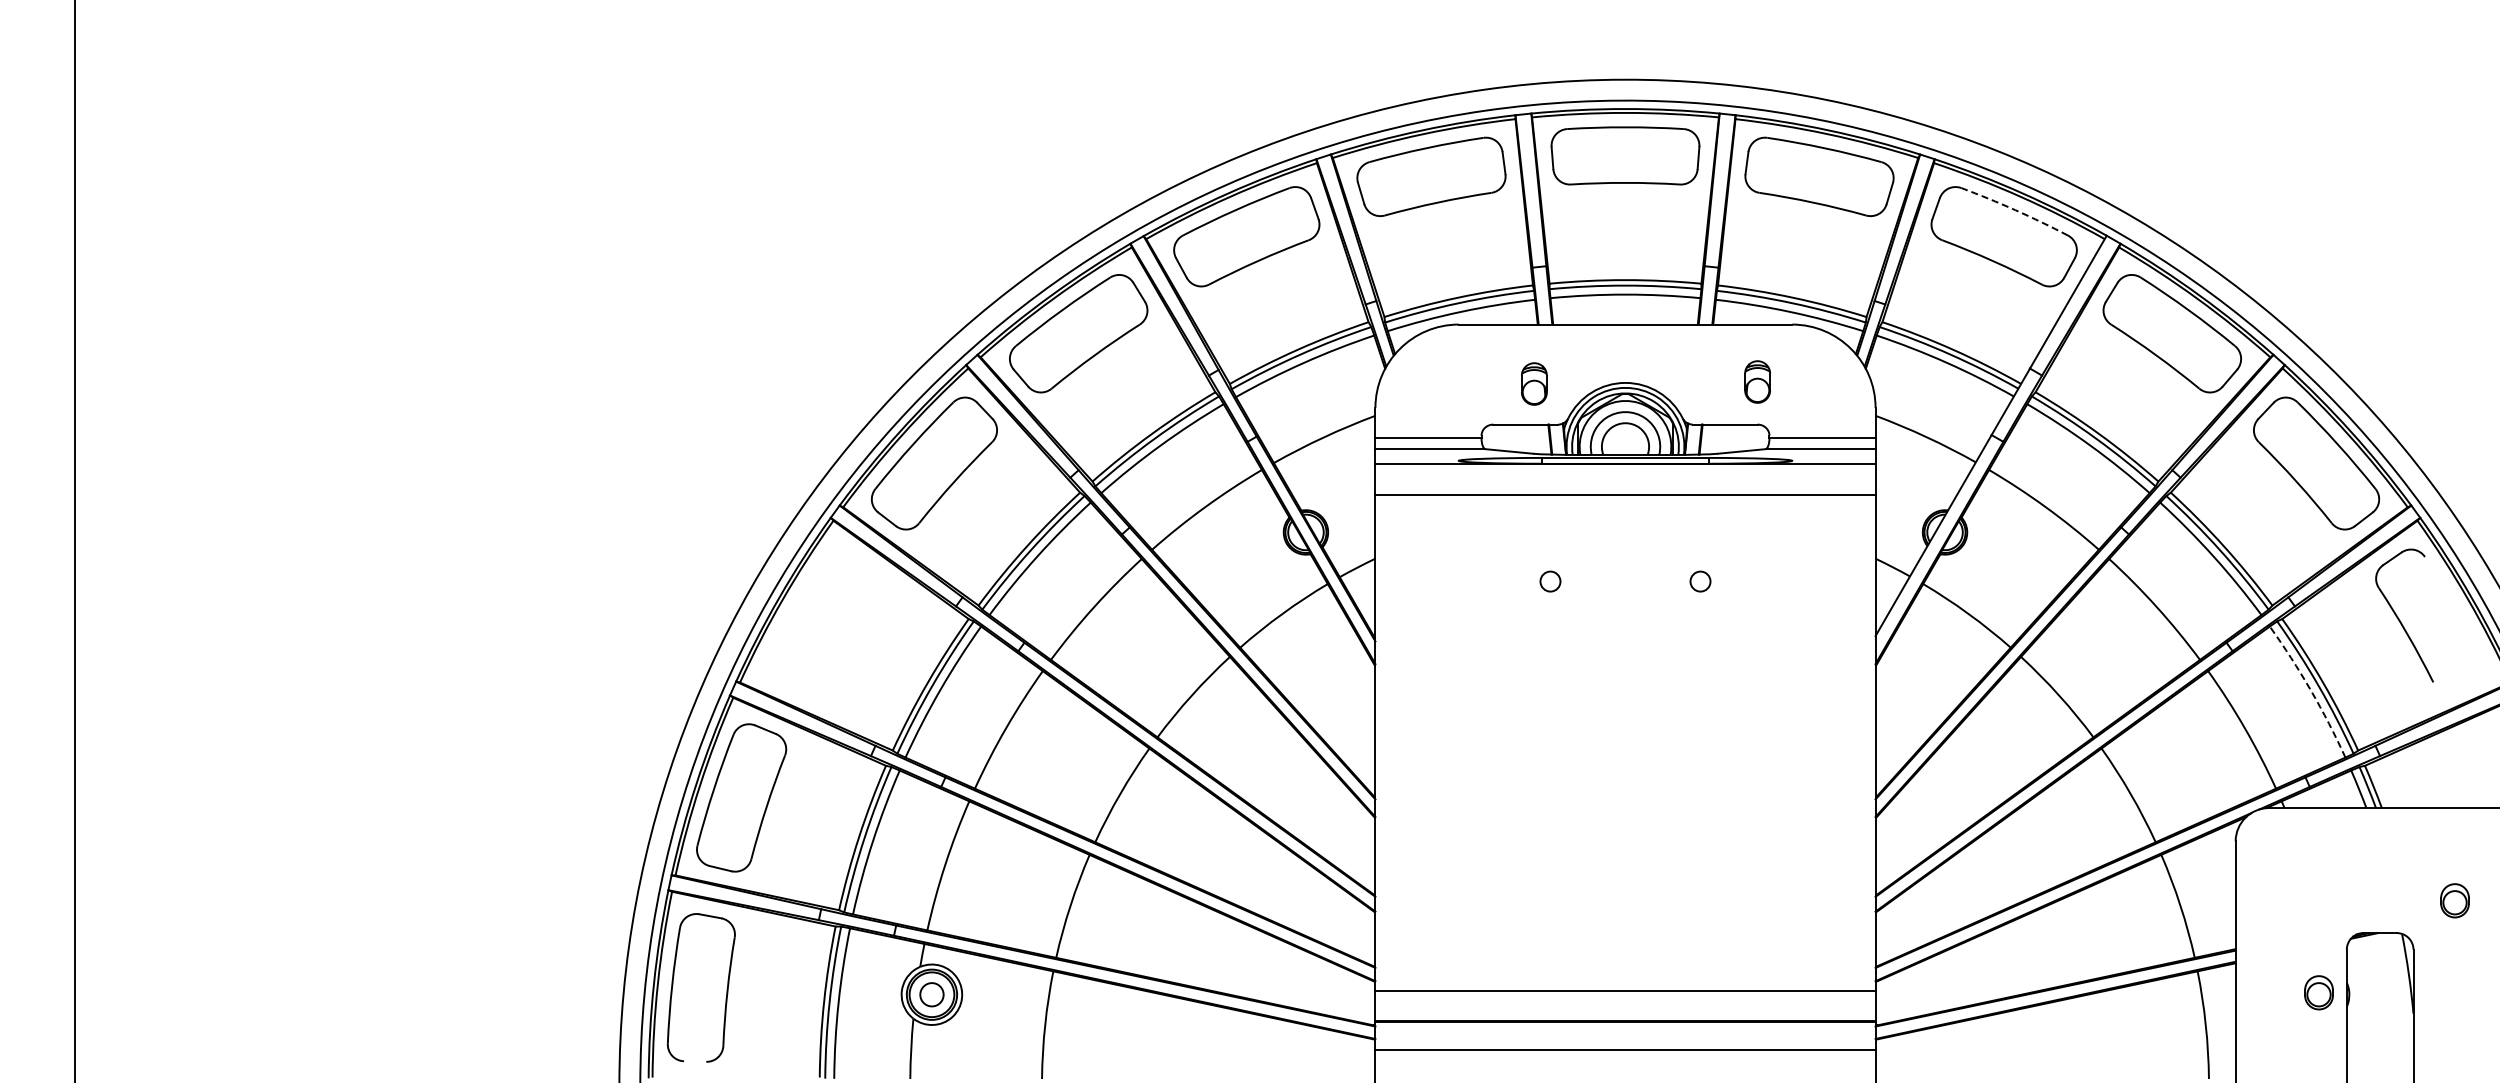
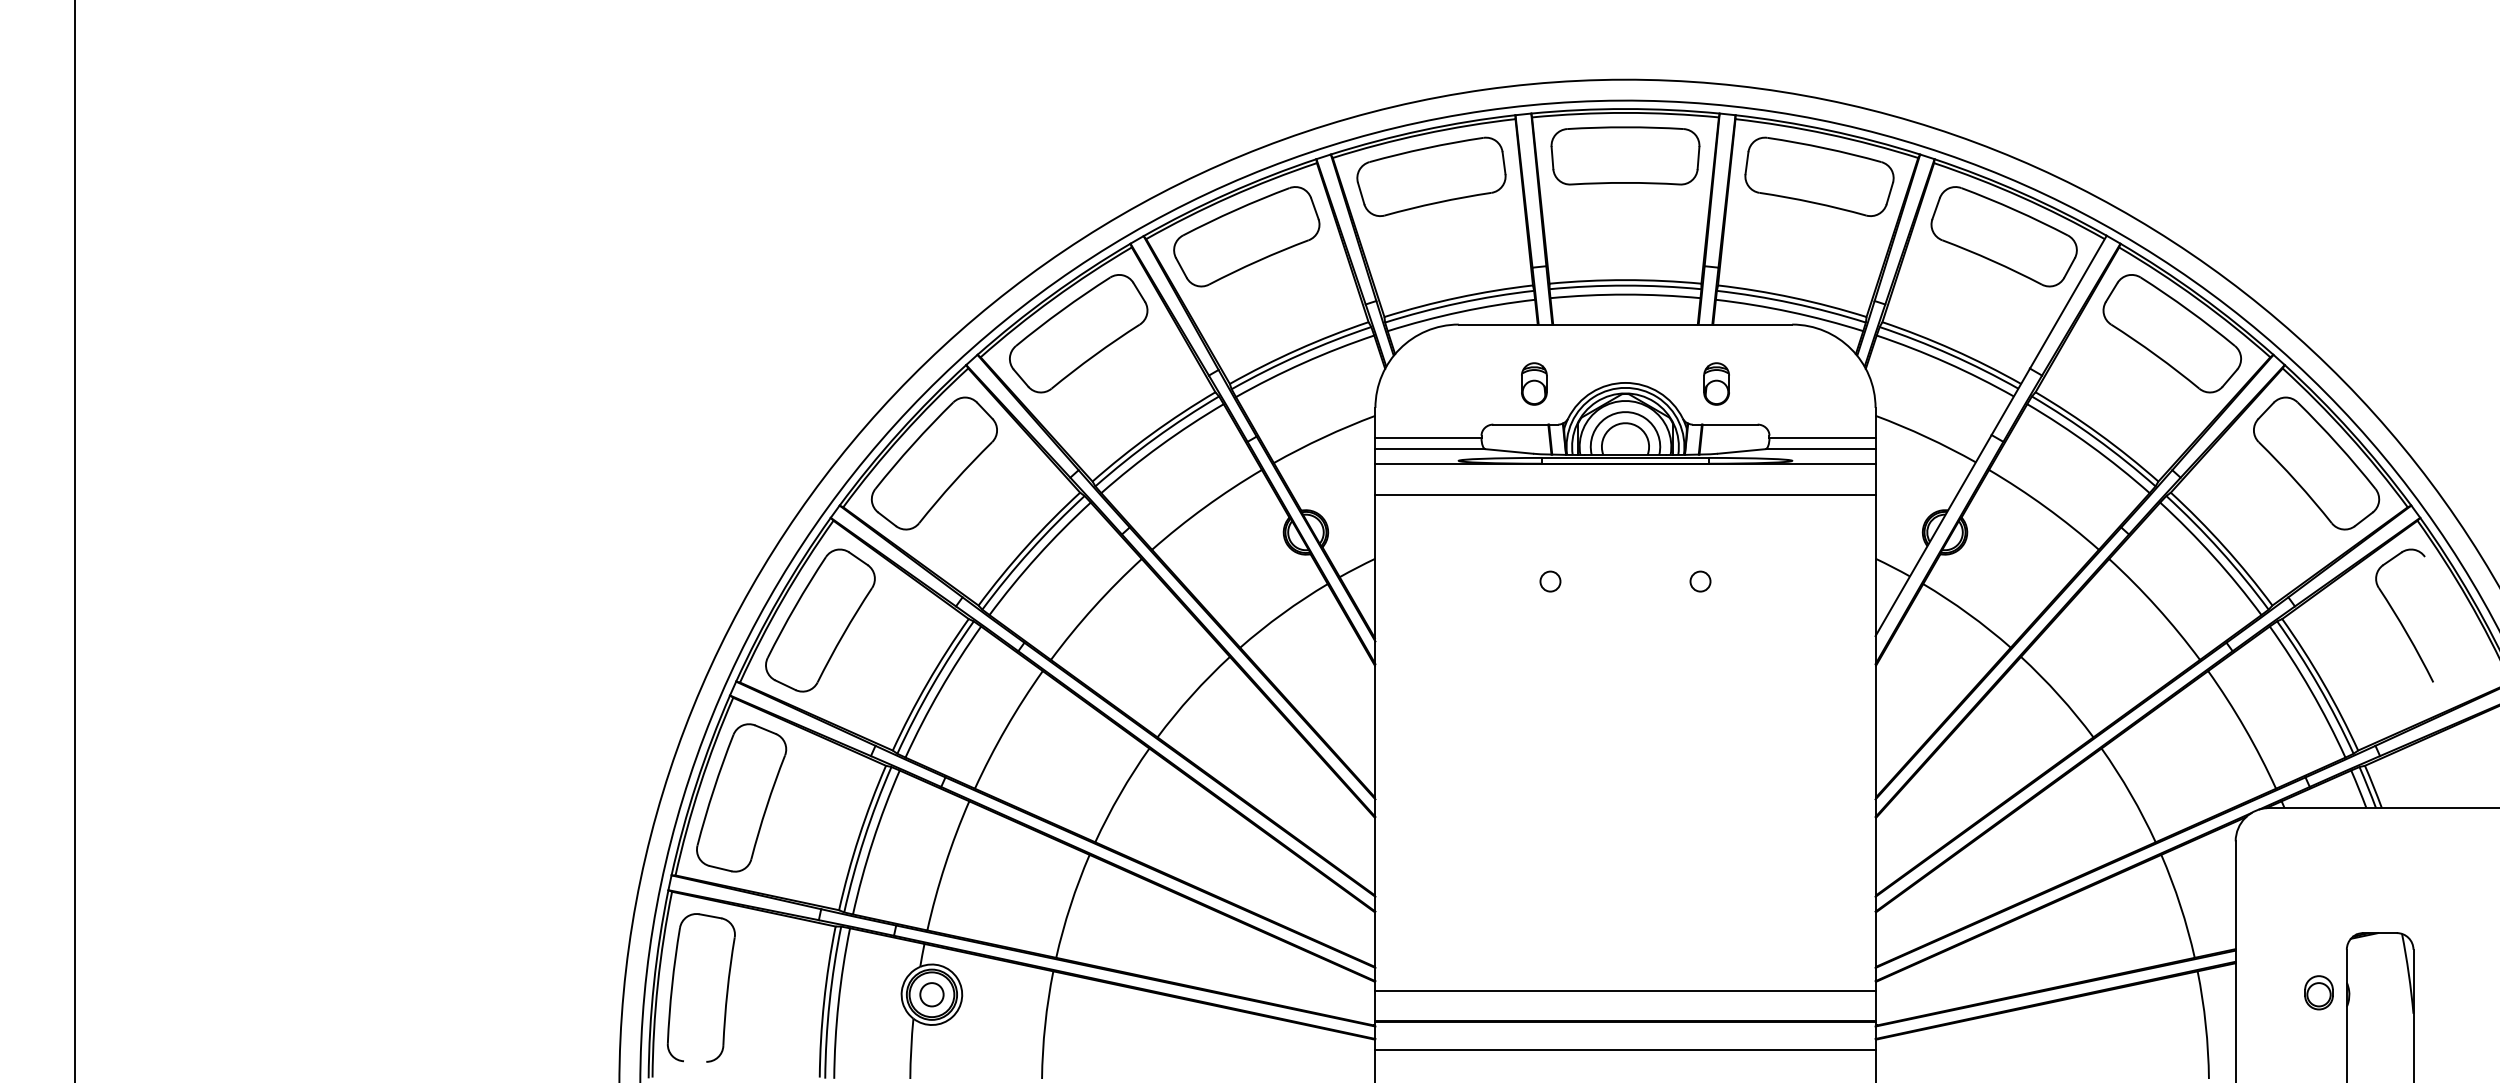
arc at (2015, 210): dashed -> solid
part at (1757, 381) position: (1757, 381) -> (1716, 383)
part at (820, 620): none -> present
arc at (2310, 690): dashed -> solid
part at (2454, 900): present -> none
